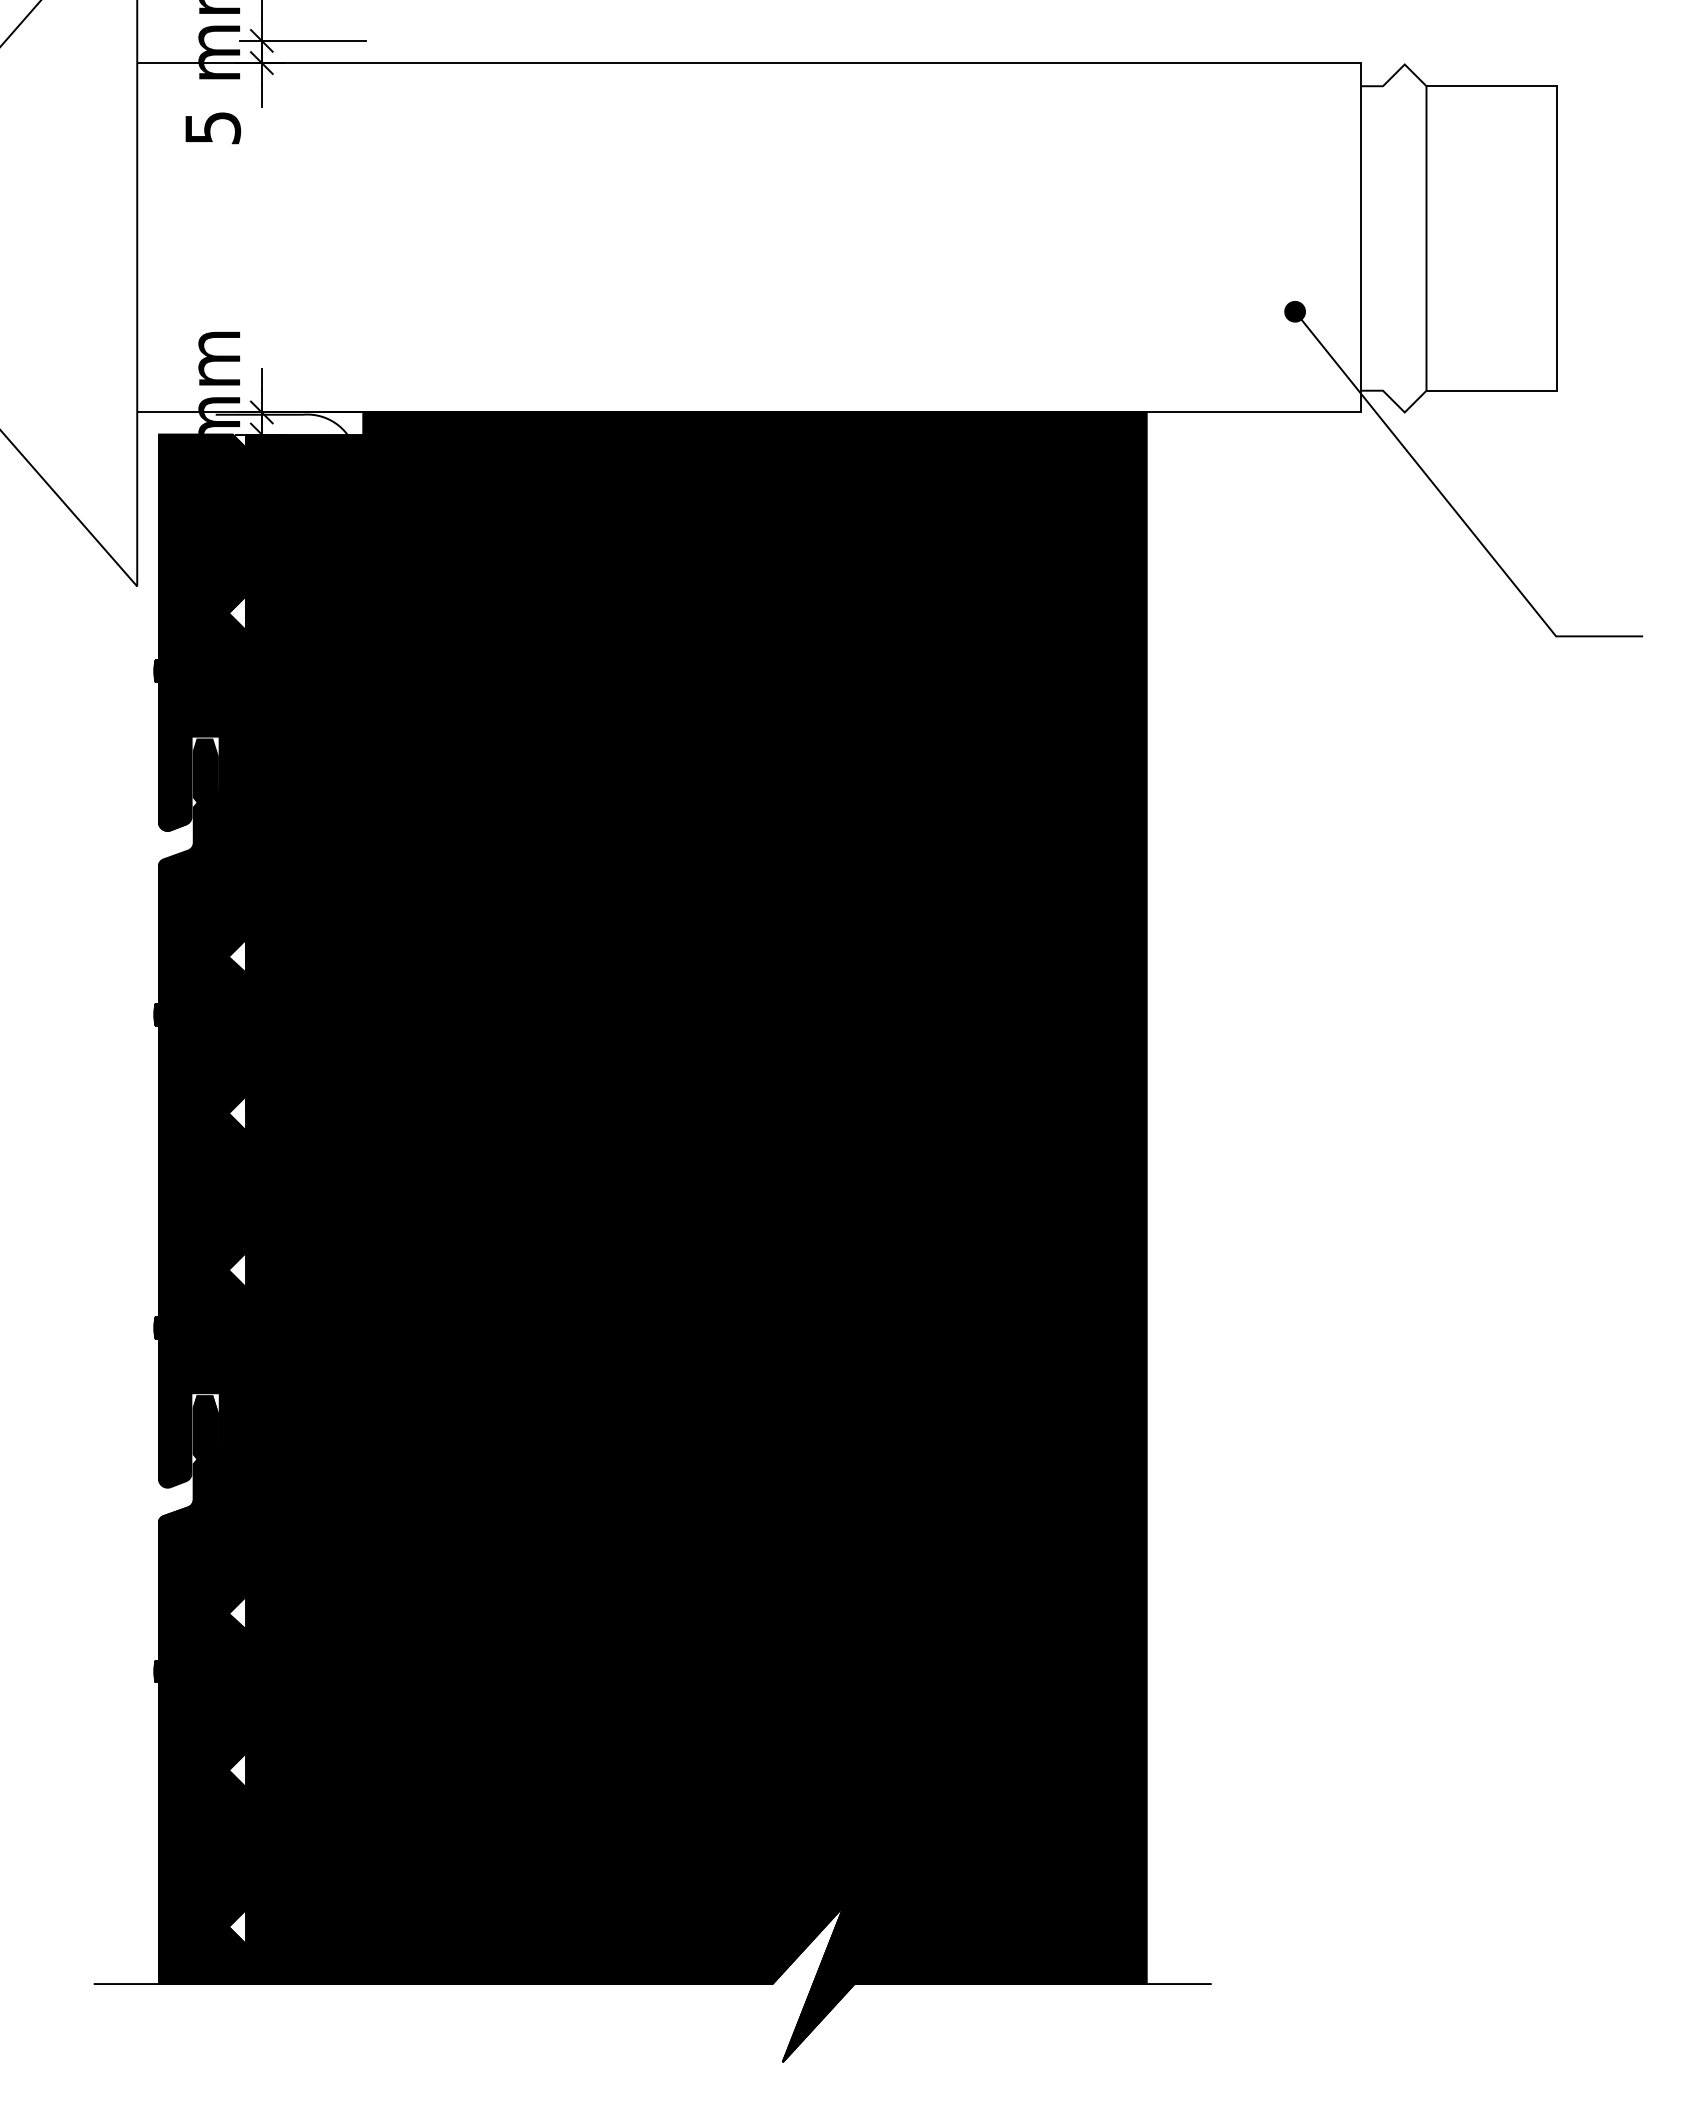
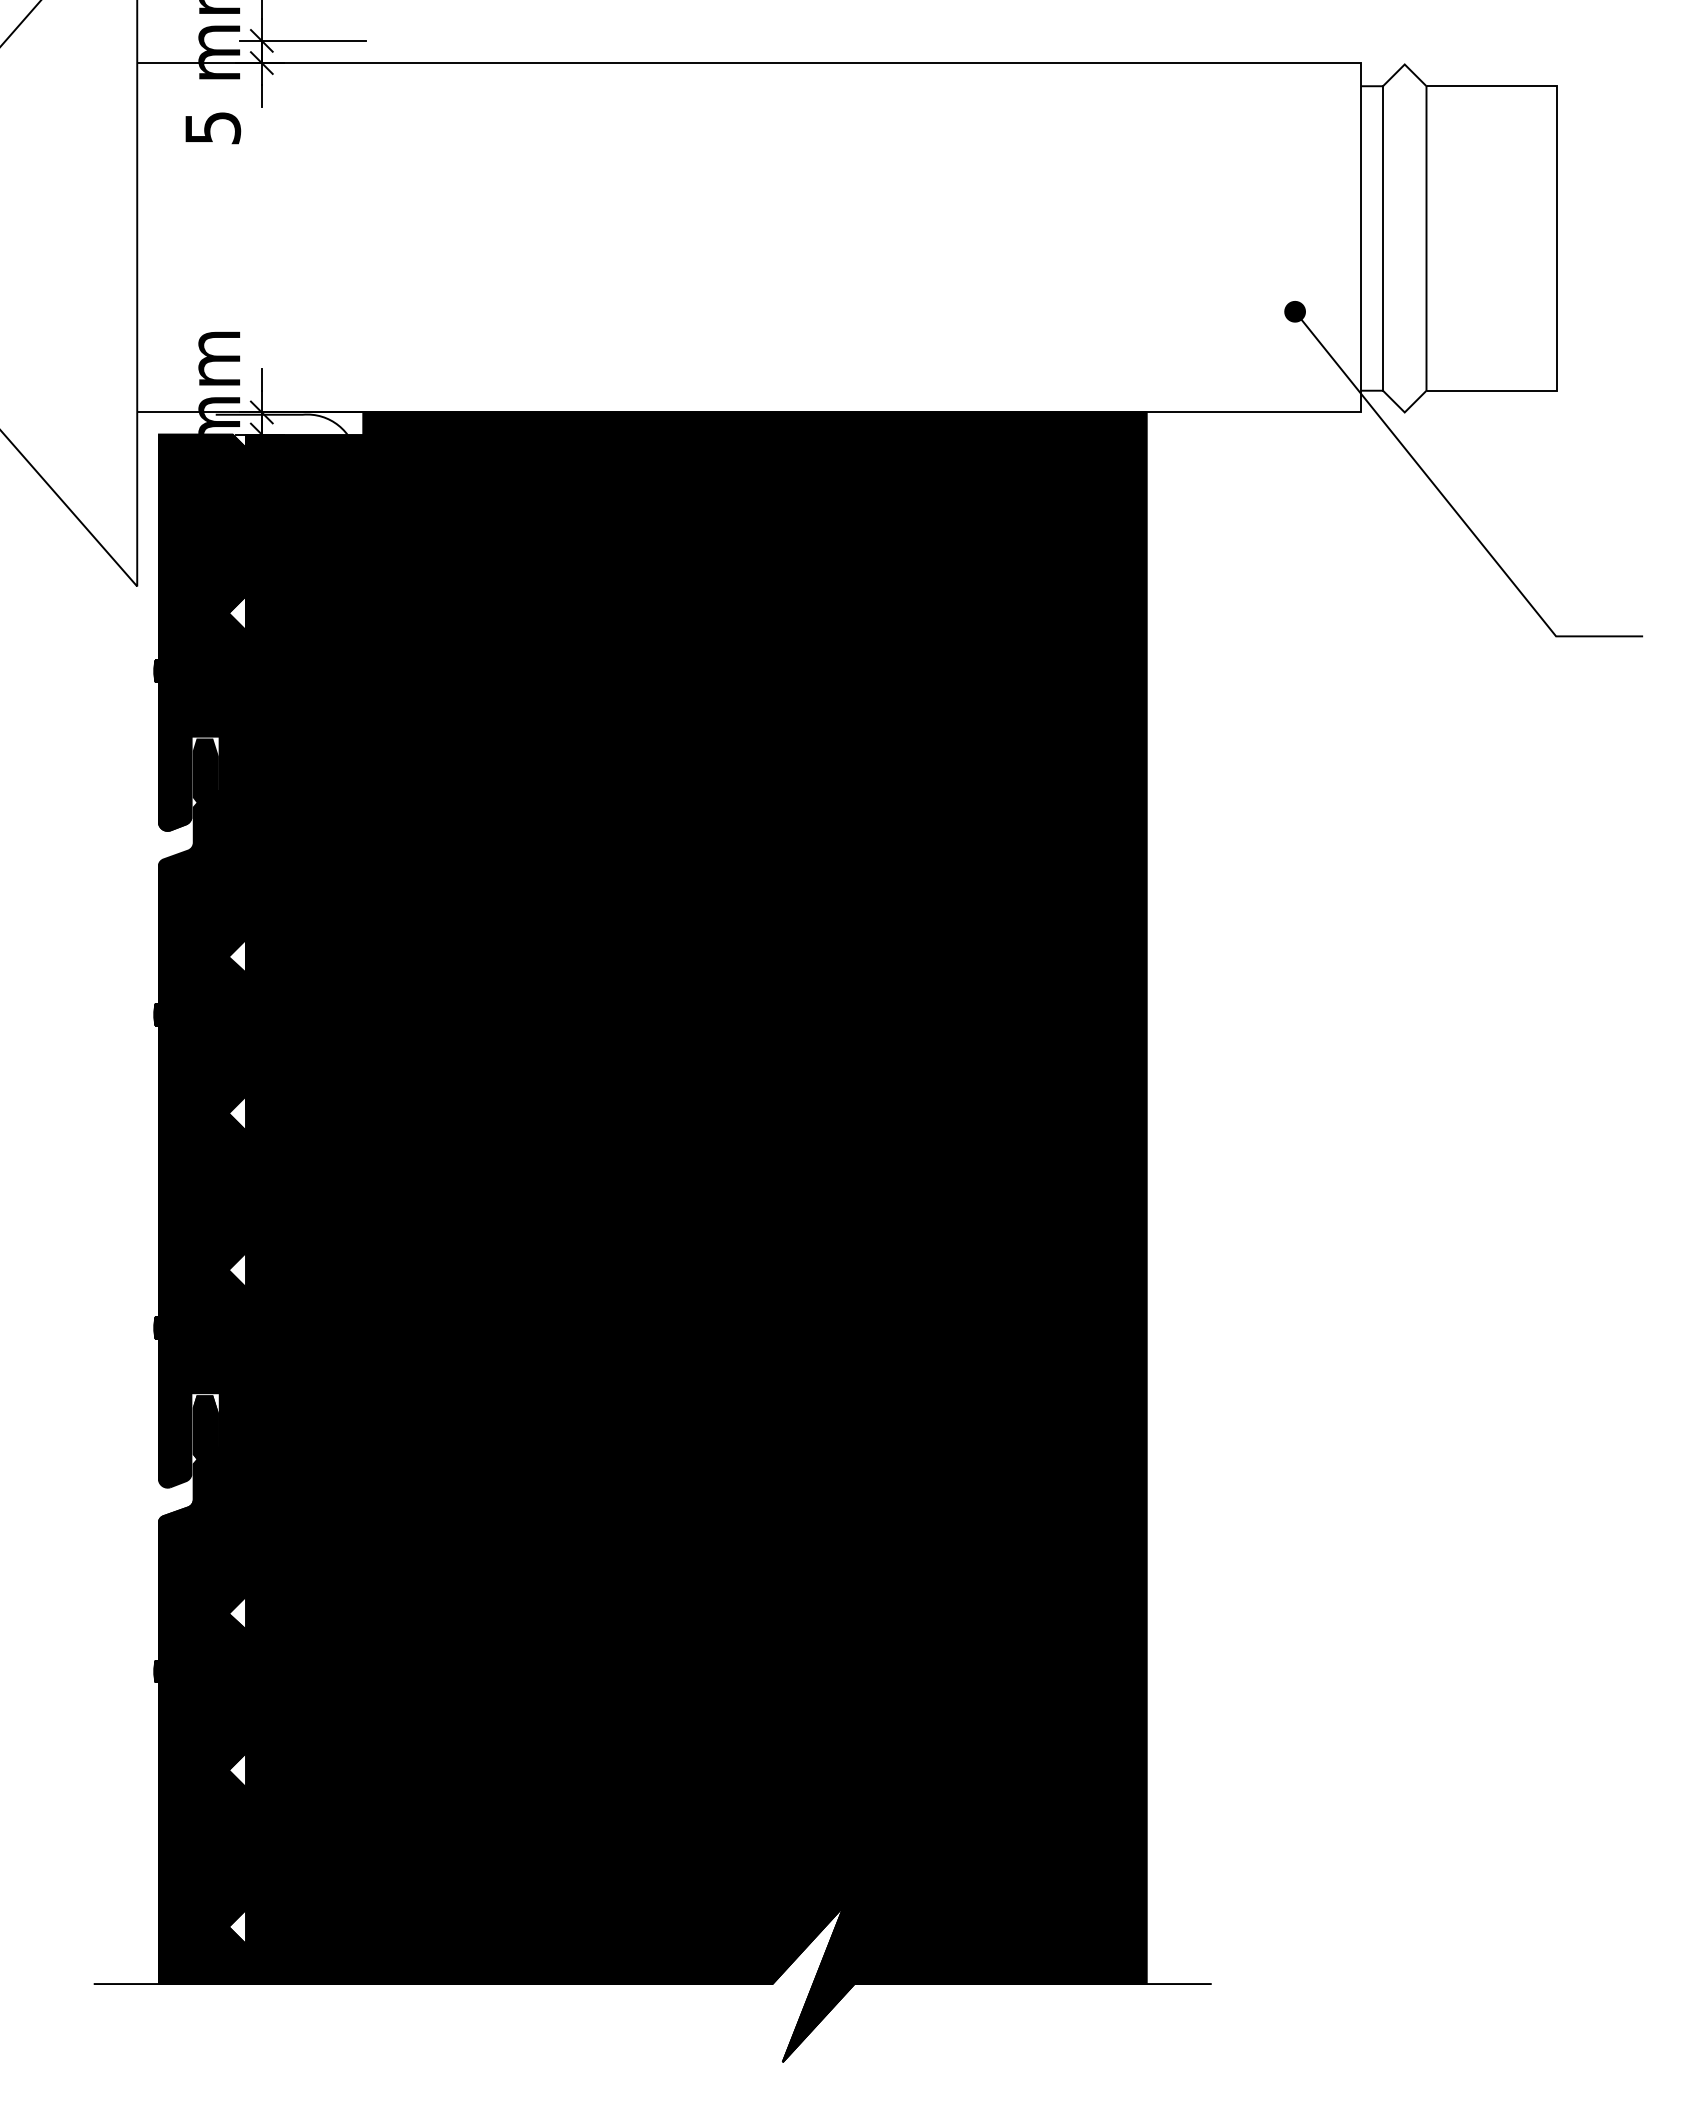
line at (1382, 238): none -> present
